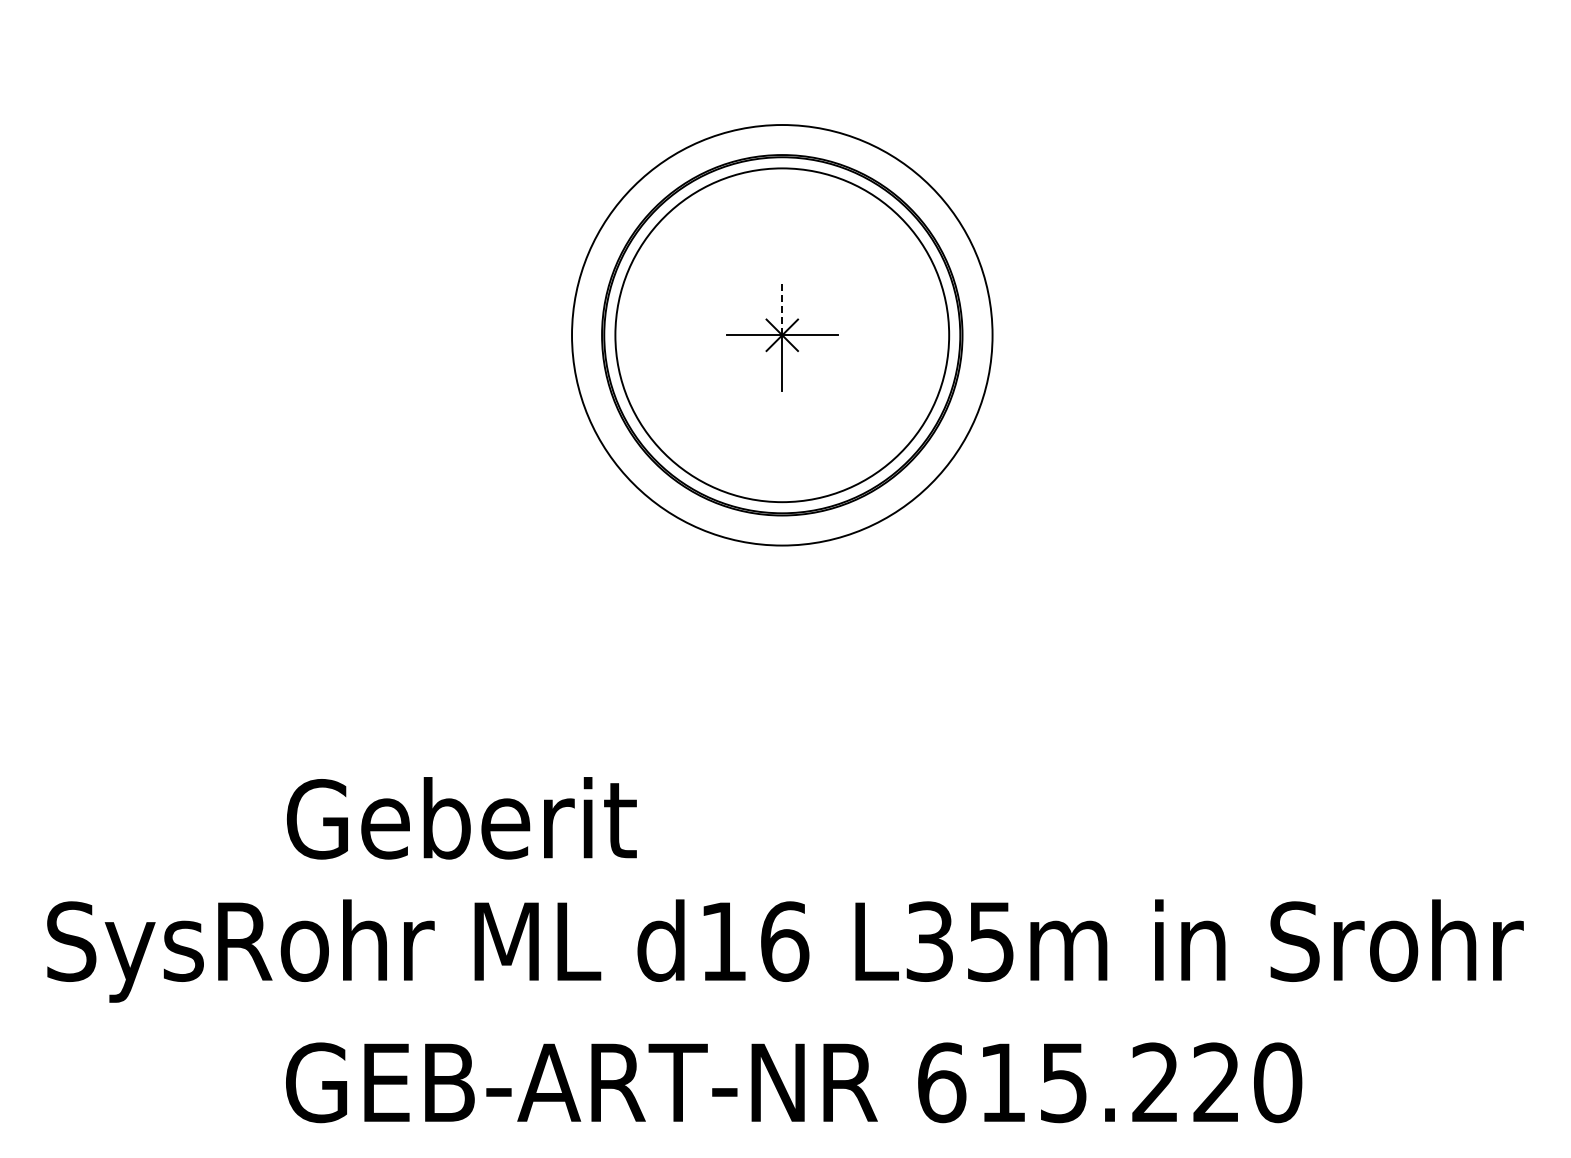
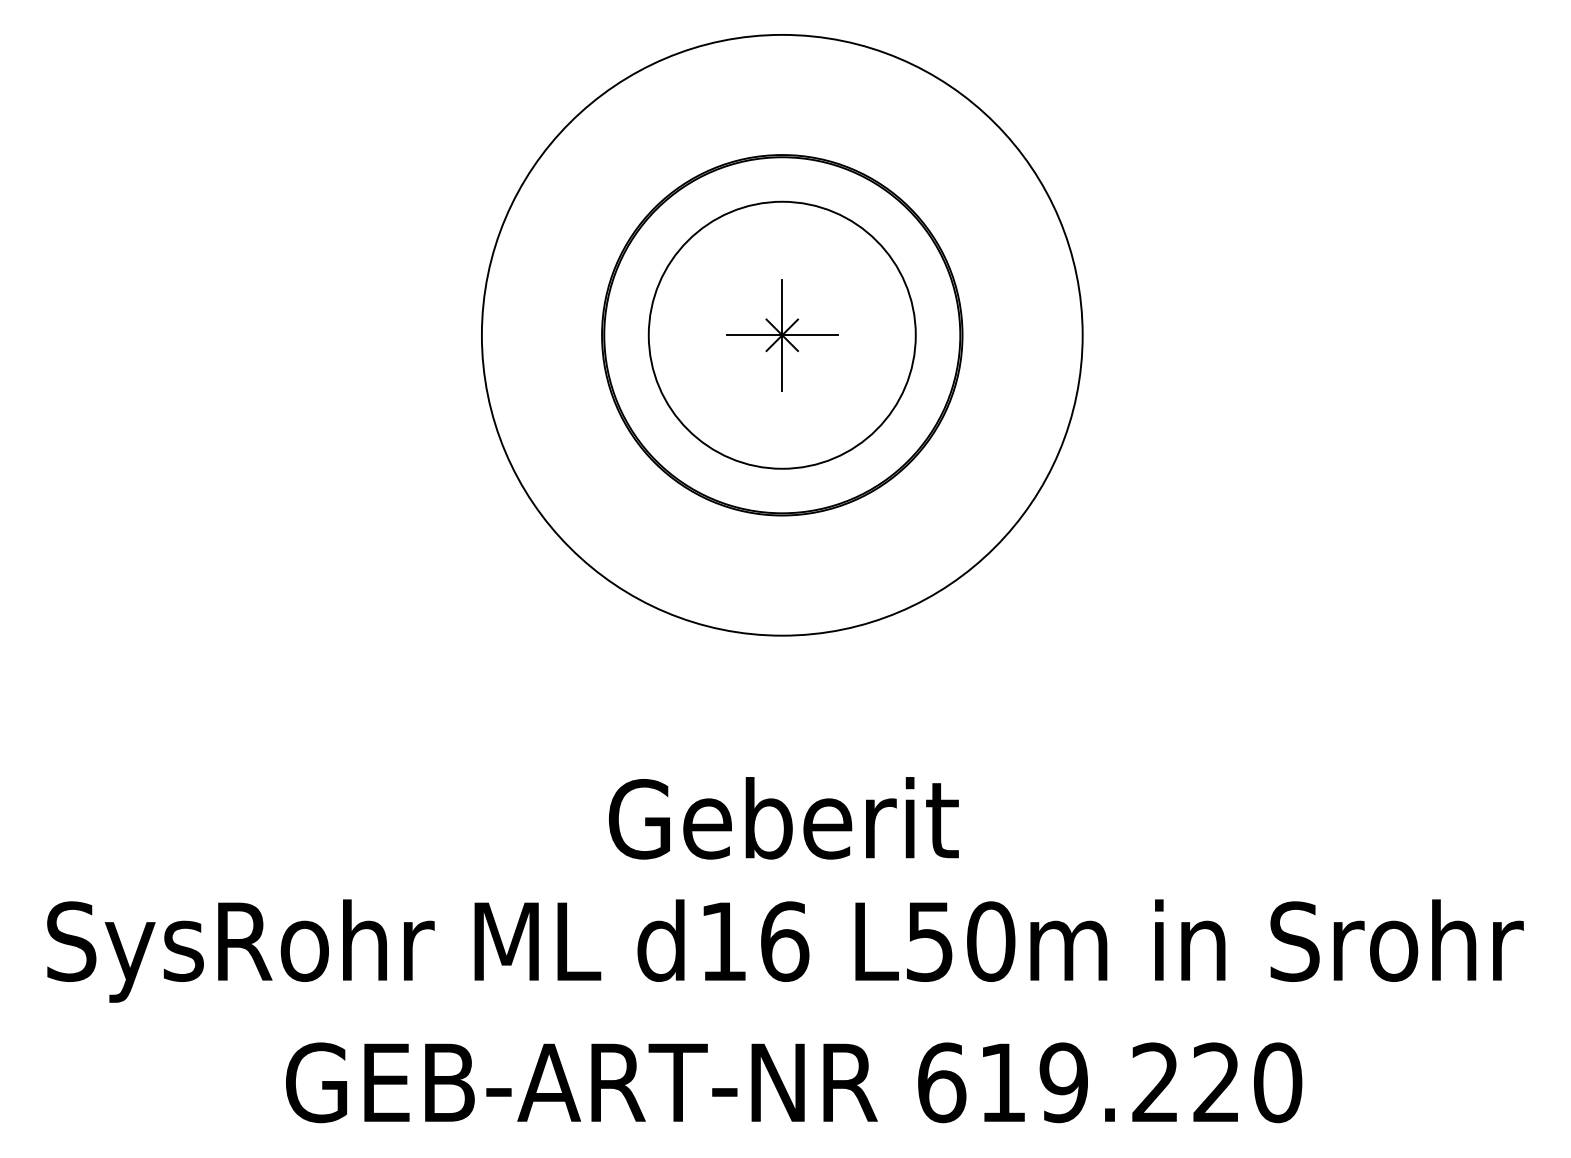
line at (782, 307): dashed -> solid
circle at (782, 335) diameter: 334 px -> 267 px
circle at (782, 335) diameter: 421 px -> 601 px
text at (461, 818) position: (461, 818) -> (783, 818)
text at (960, 941): L35m -> L50m
text at (1063, 1082): 615.220 -> 619.220
